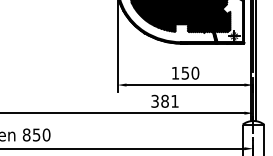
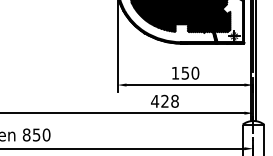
text at (164, 100): 381 -> 428
